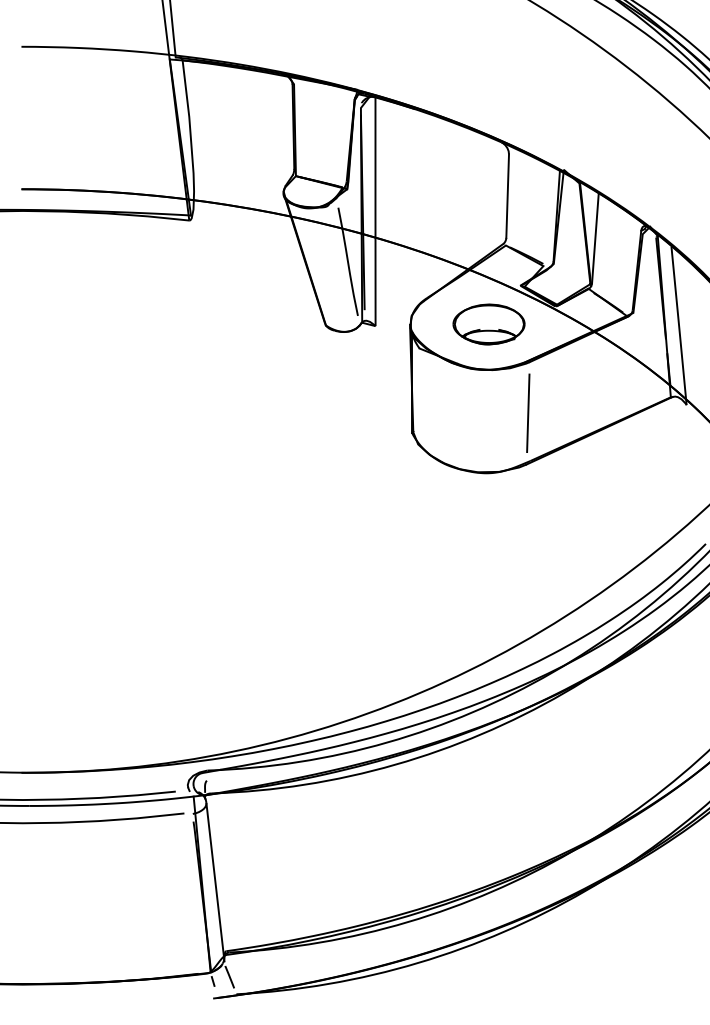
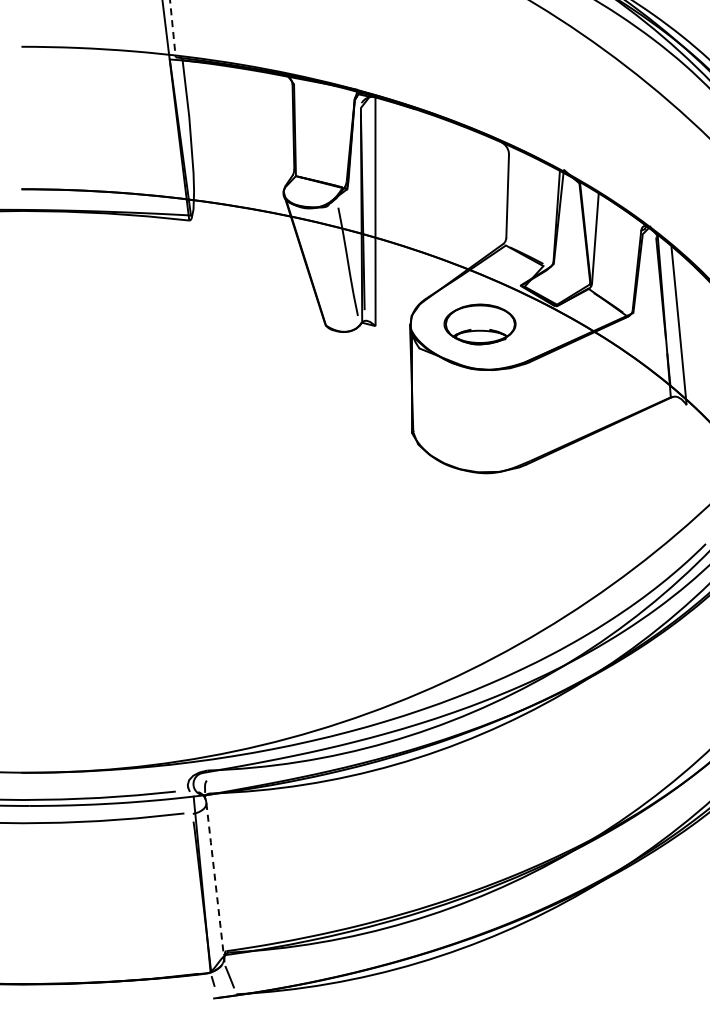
line at (172, 28): solid -> dashed
part at (488, 324) position: (488, 324) -> (479, 324)
line at (528, 413): present -> none
line at (215, 882): solid -> dashed
